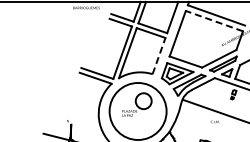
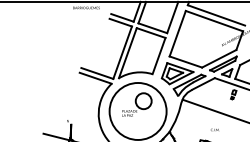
line at (213, 20): dashed -> solid
line at (159, 55): dashed -> solid
text at (214, 121) position: (214, 121) -> (214, 129)
